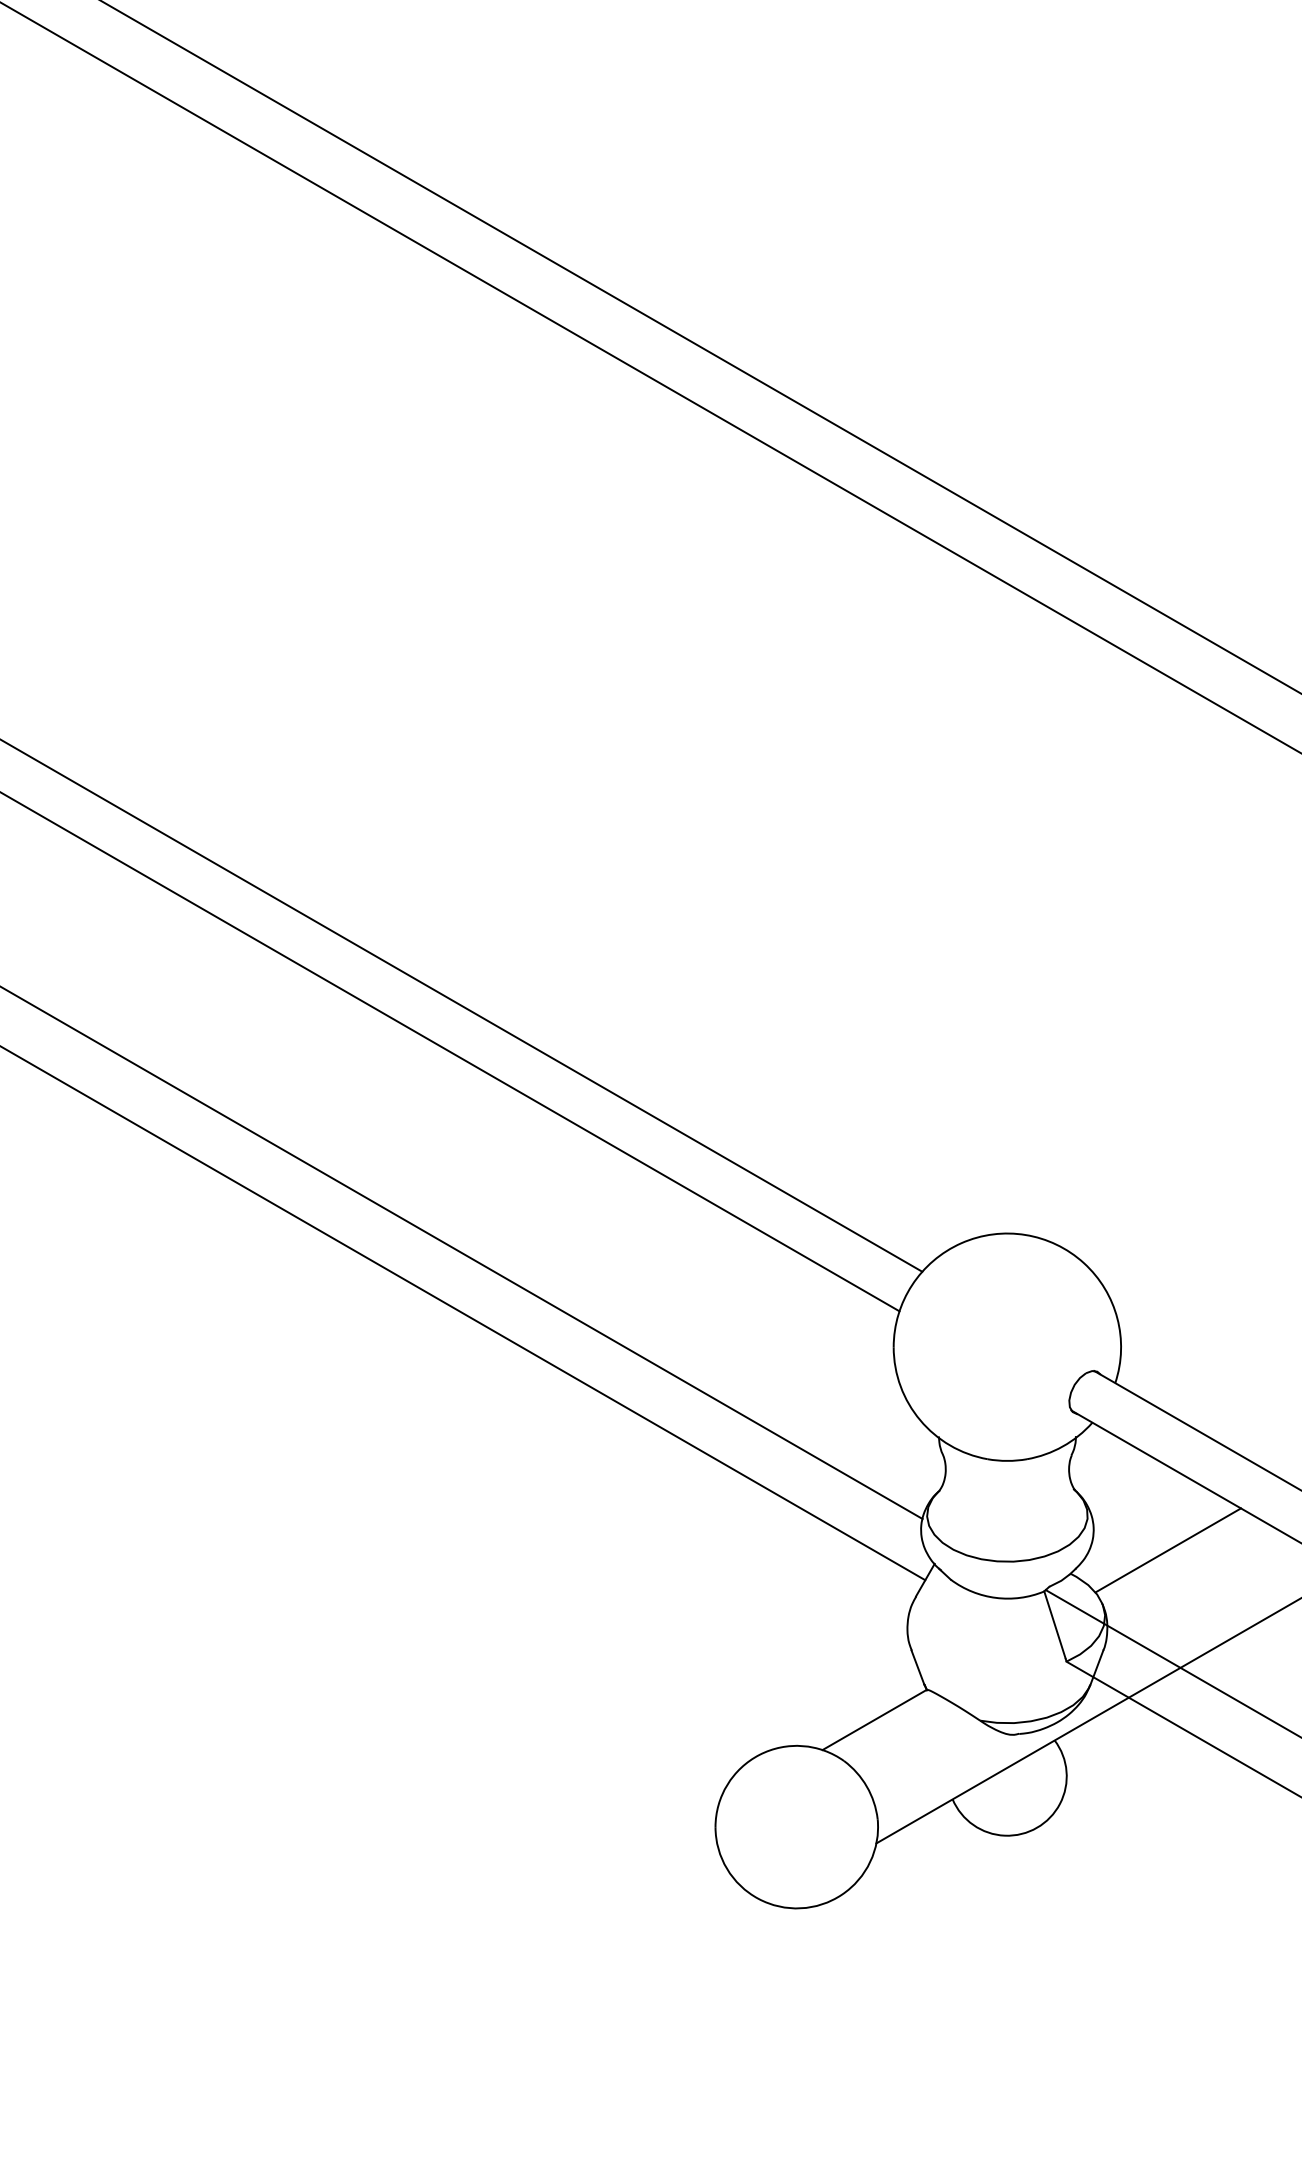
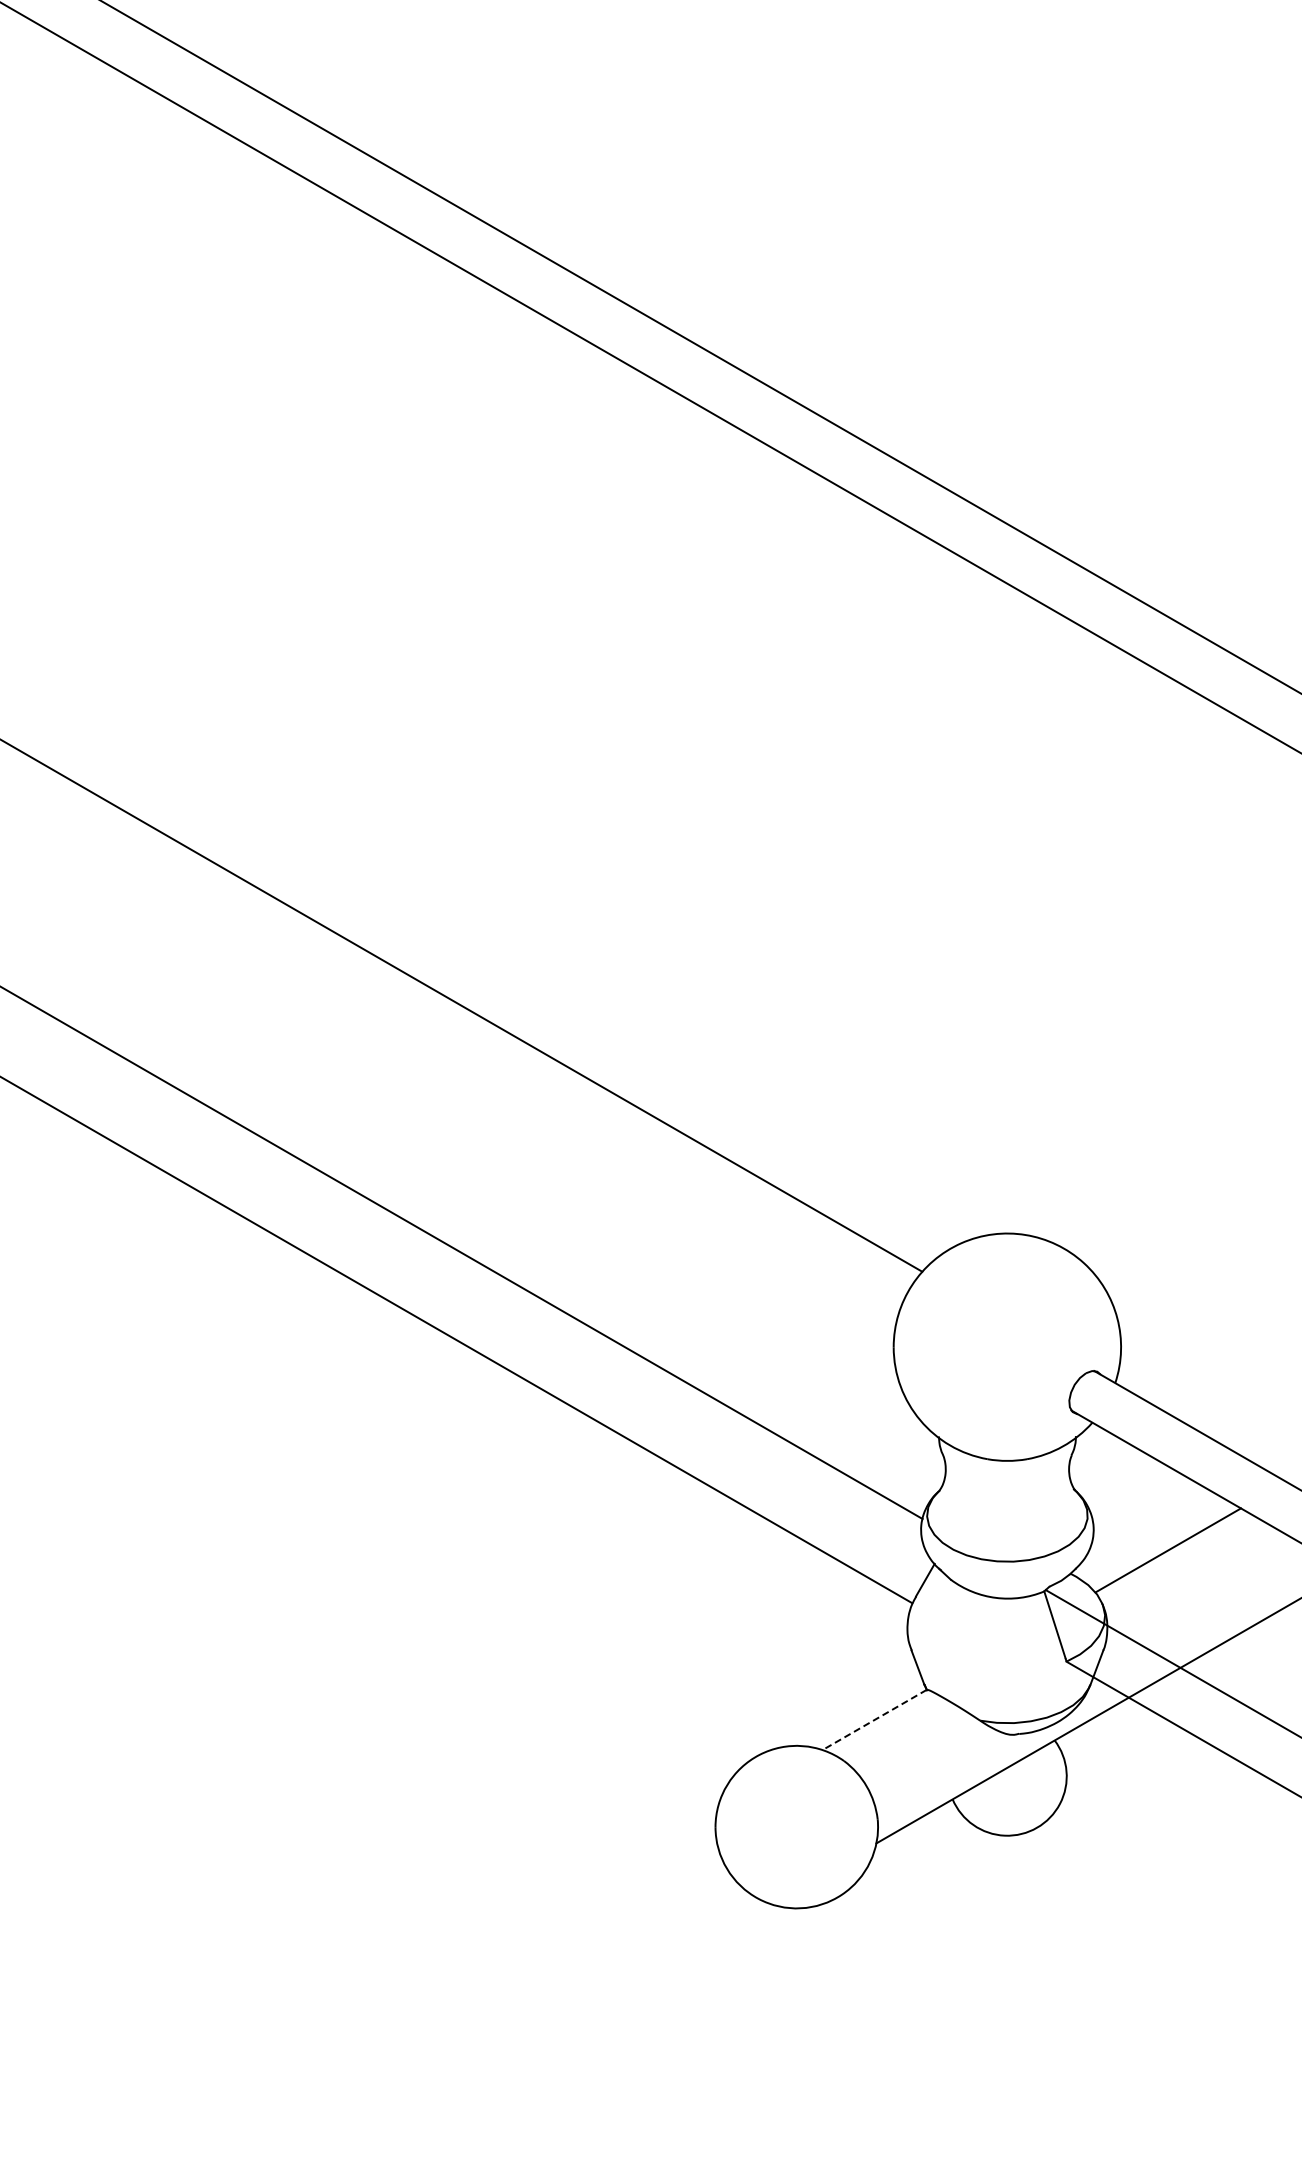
line at (450, 1052): present -> none
line at (463, 1313) position: (463, 1313) -> (457, 1340)
line at (874, 1720): solid -> dashed
